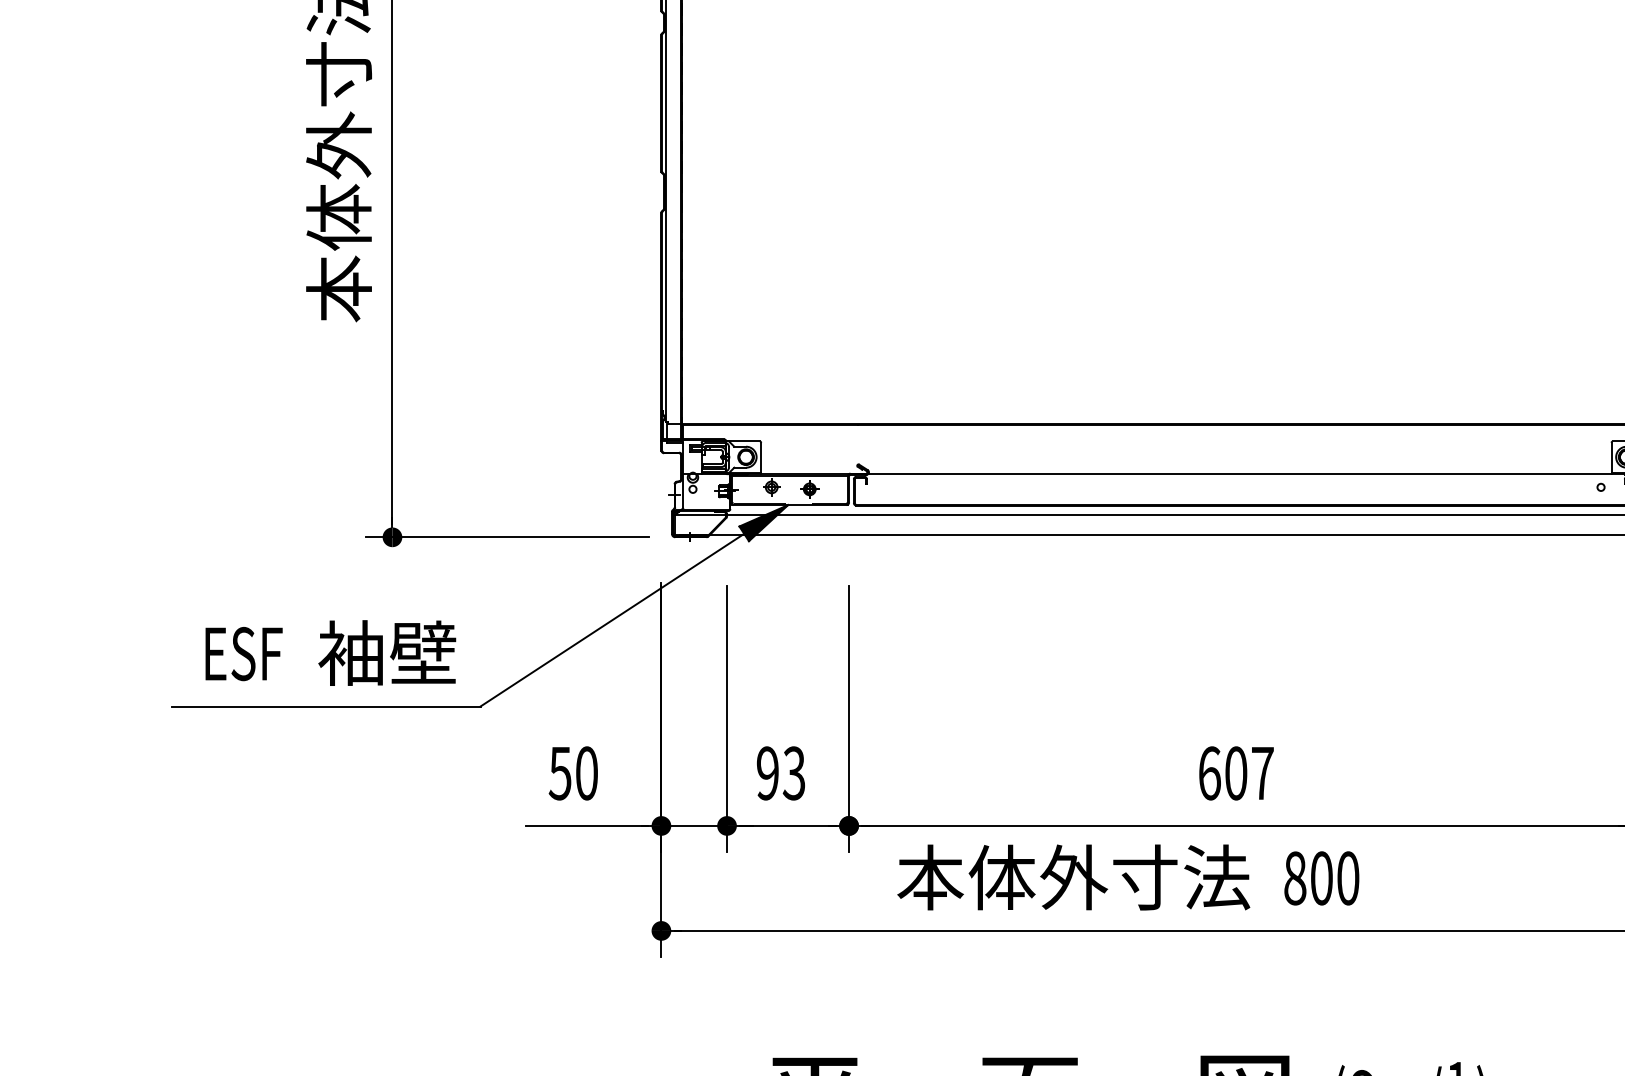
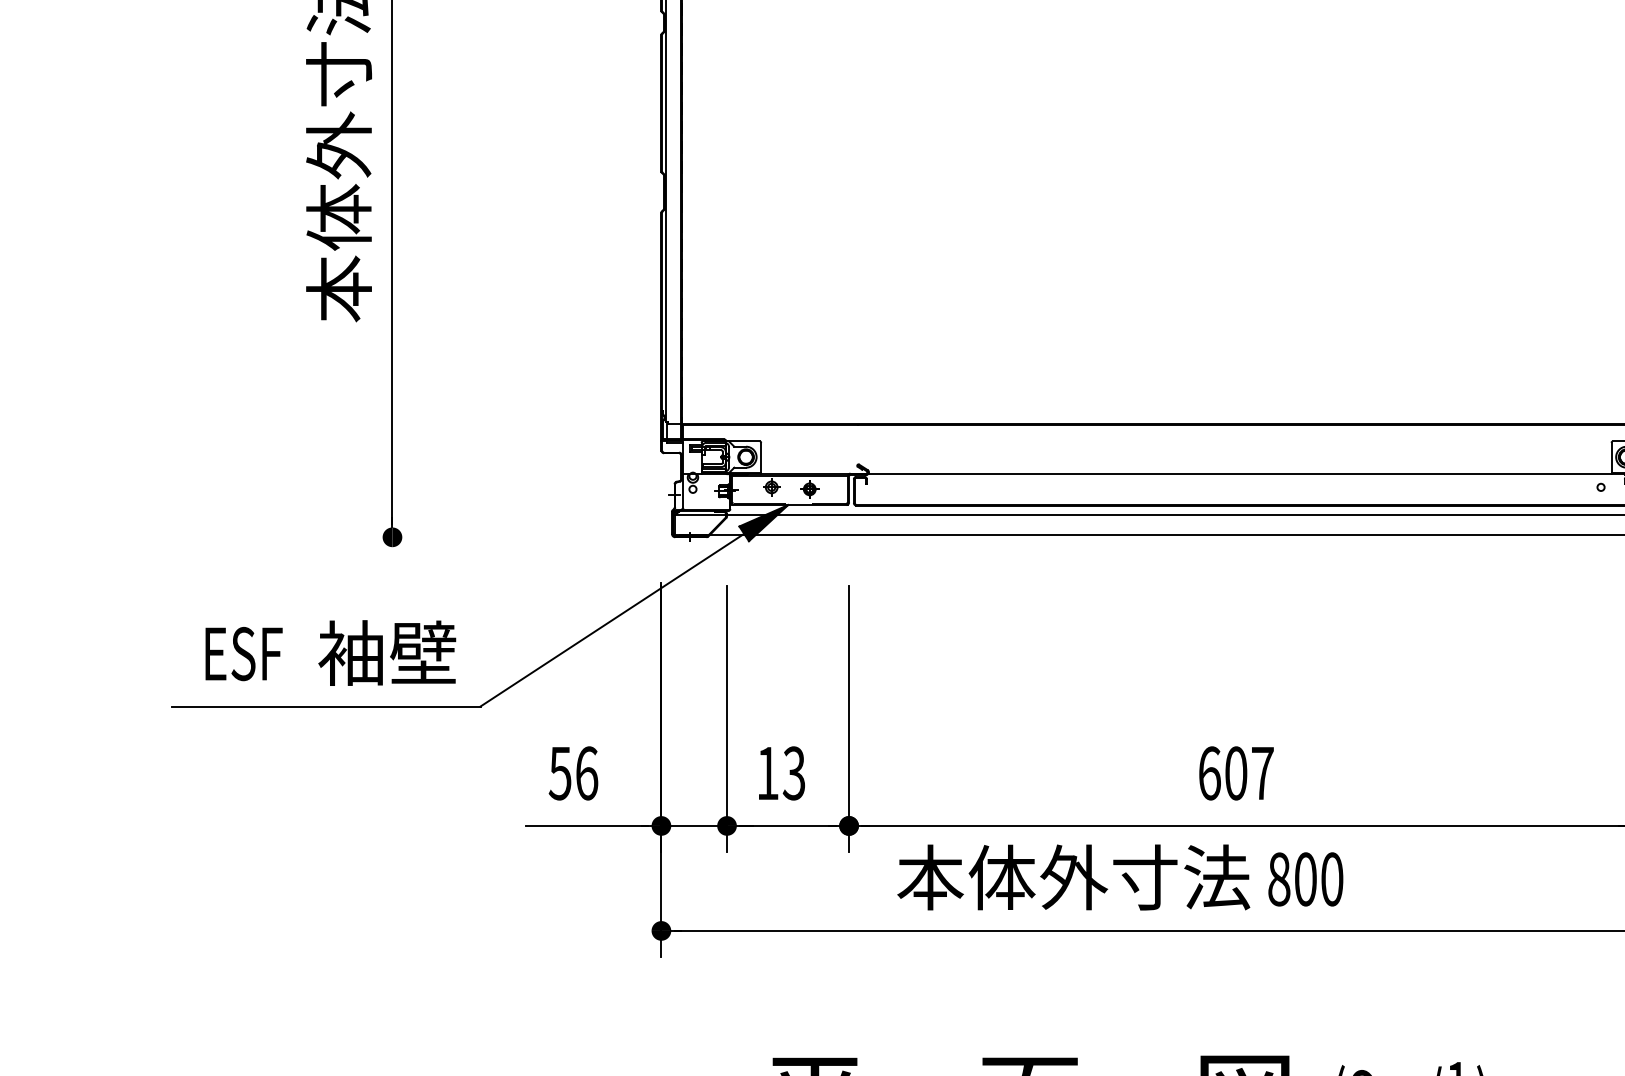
line at (507, 537): present -> none
text at (587, 773): 50 -> 56
text at (767, 773): 93 -> 13
text at (1321, 878) position: (1321, 878) -> (1305, 879)
